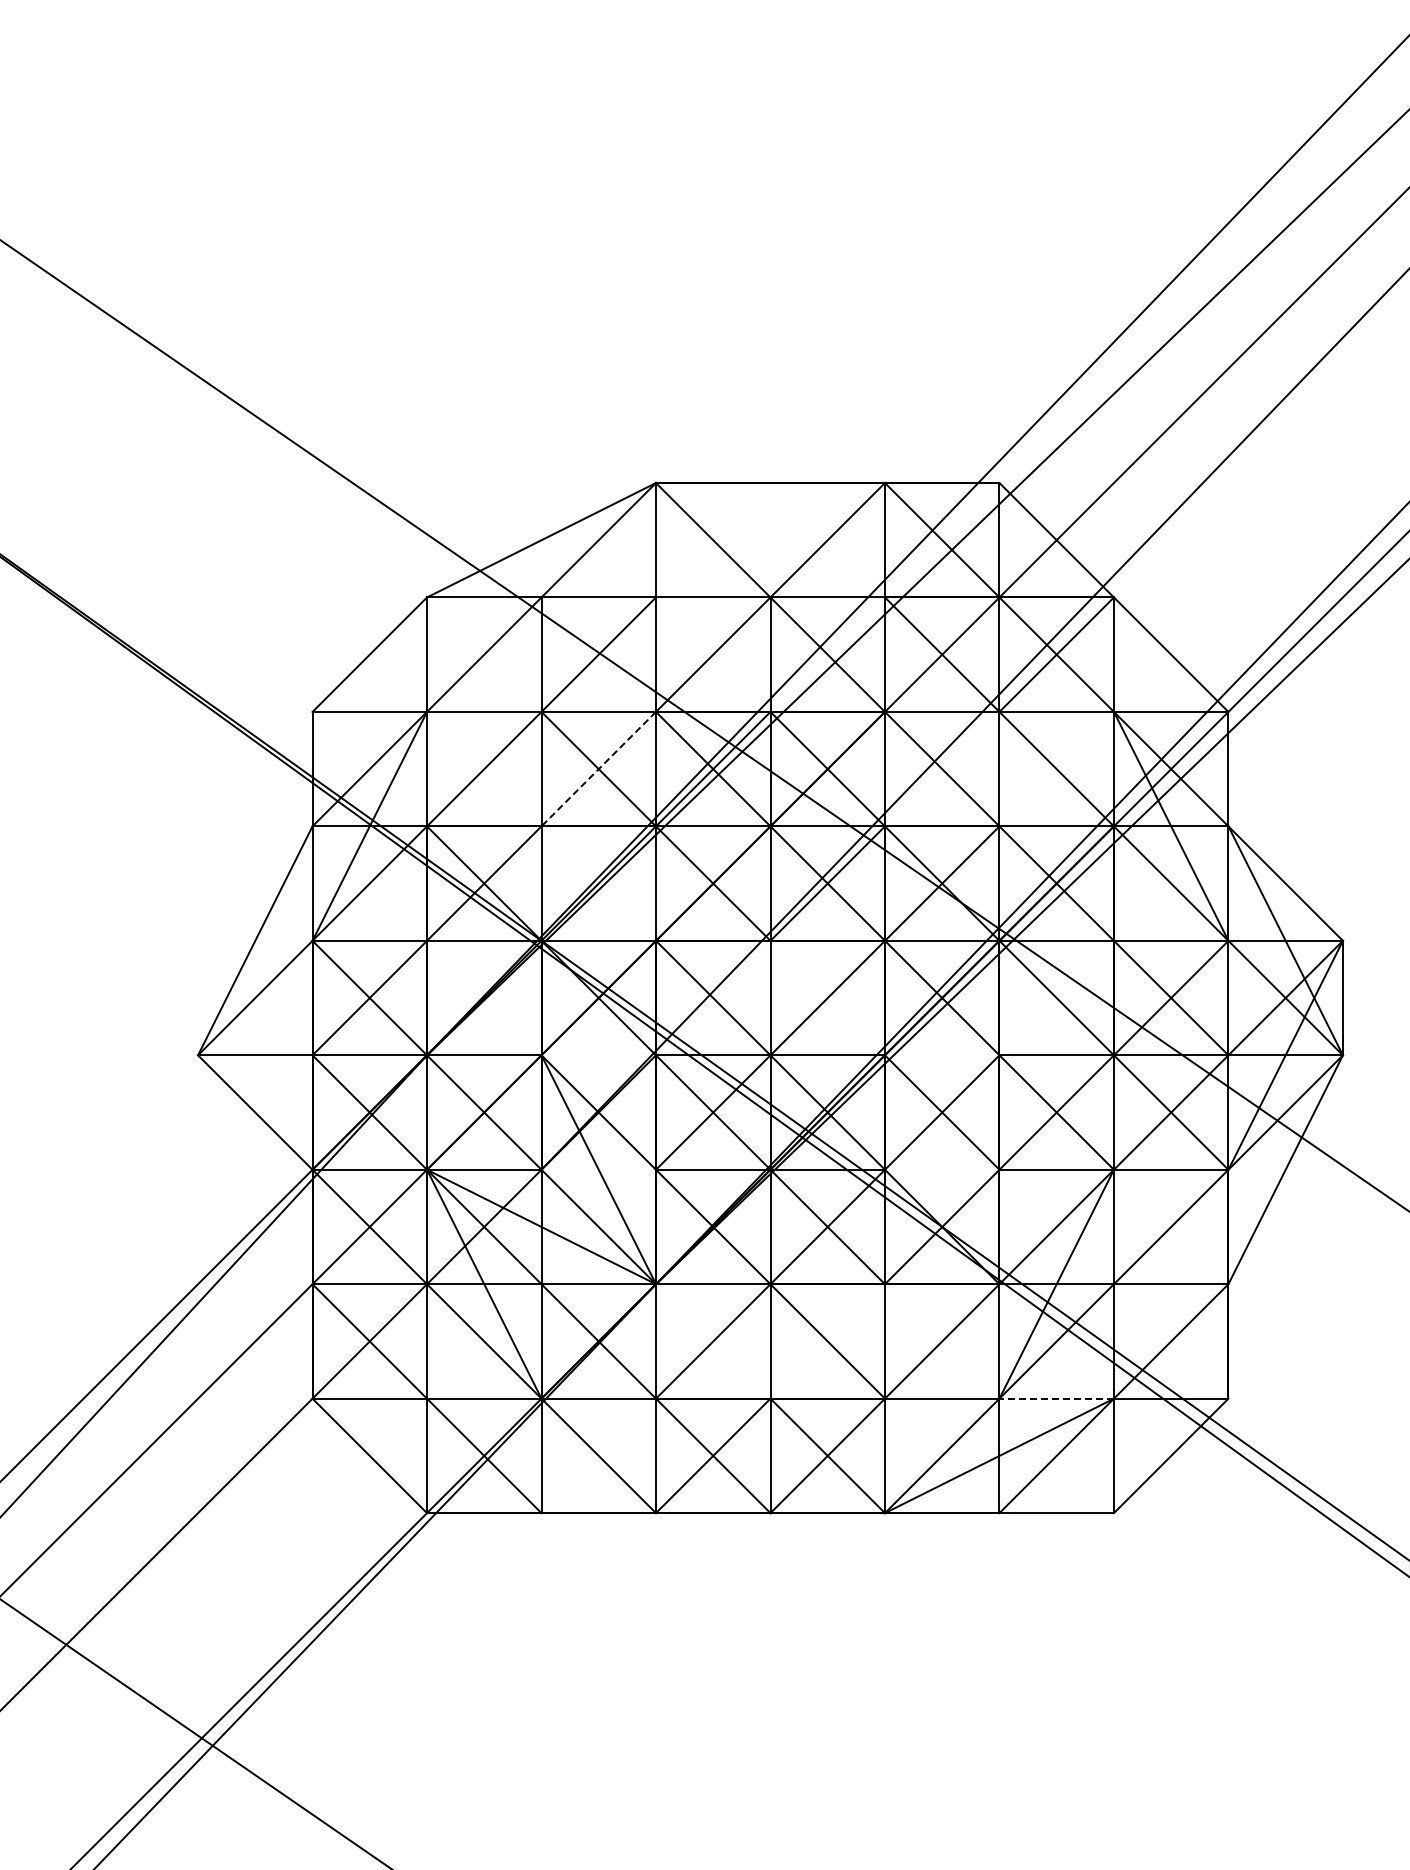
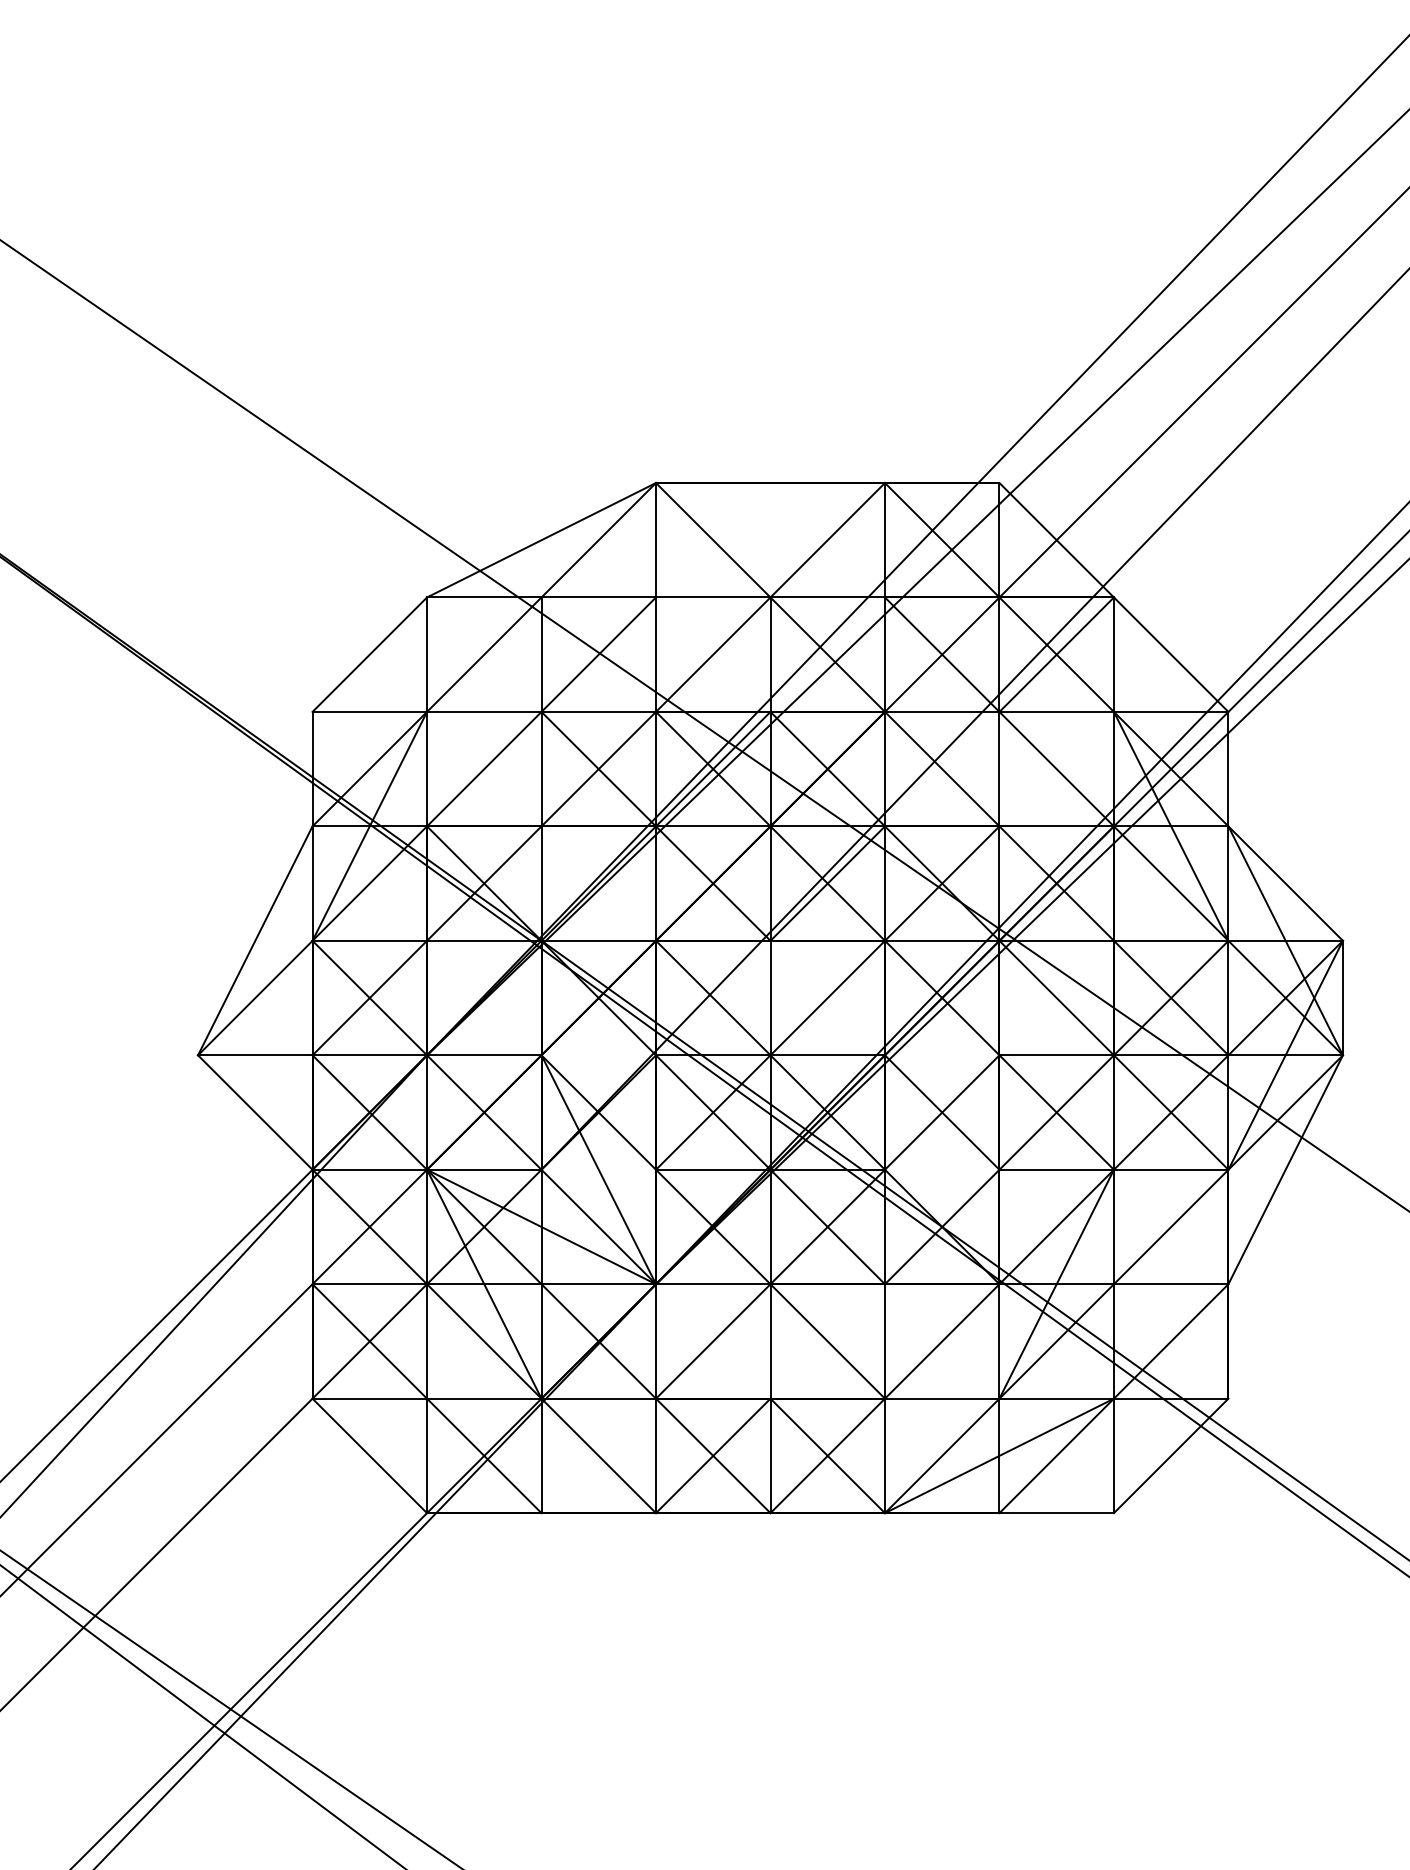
line at (598, 769): dashed -> solid
line at (1056, 1398): dashed -> solid
line at (202, 1716): none -> present
line at (195, 1733) position: (195, 1733) -> (230, 1709)
